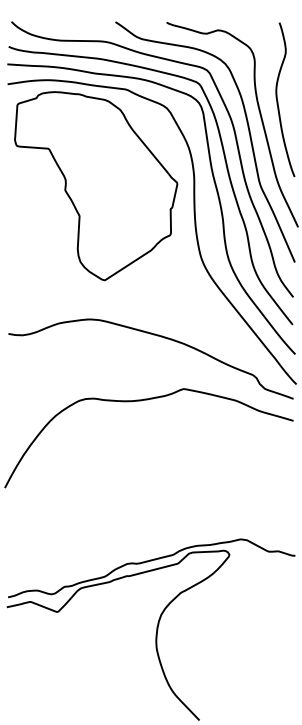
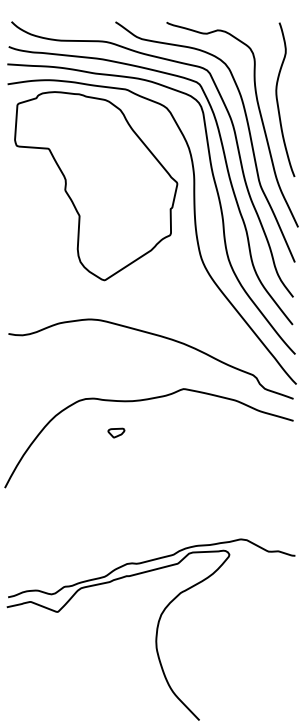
part at (116, 432): none -> present
